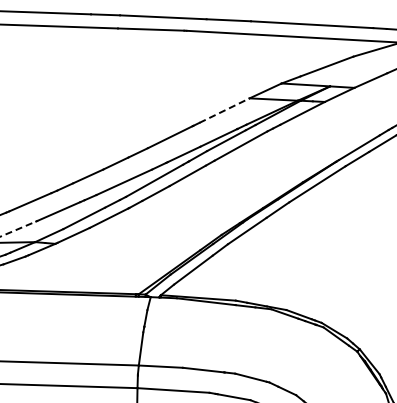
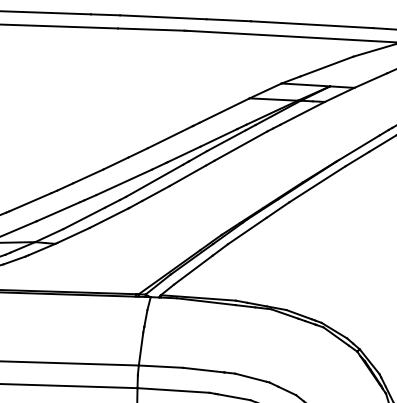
line at (224, 110): dashed -> solid
line at (18, 228): dashed -> solid
